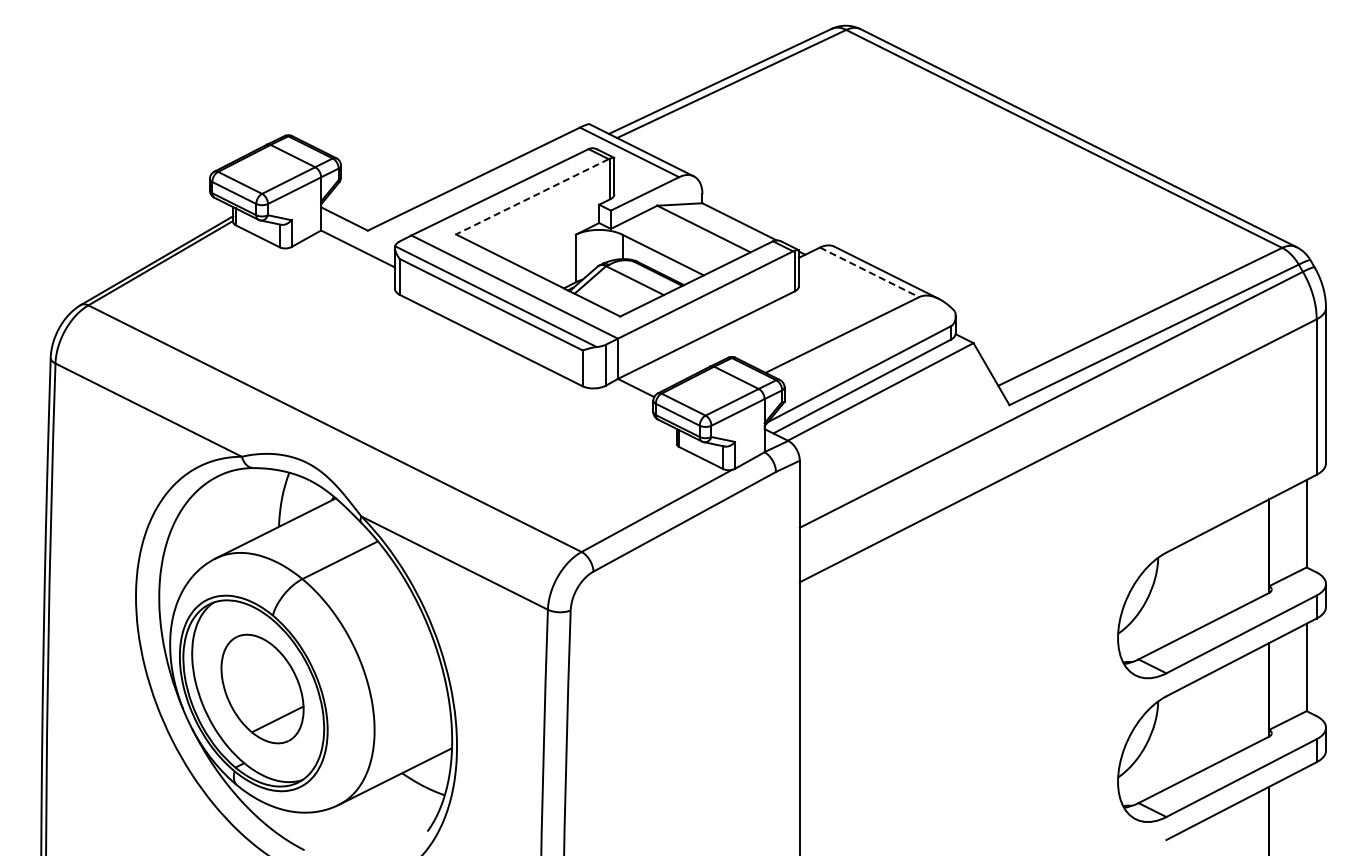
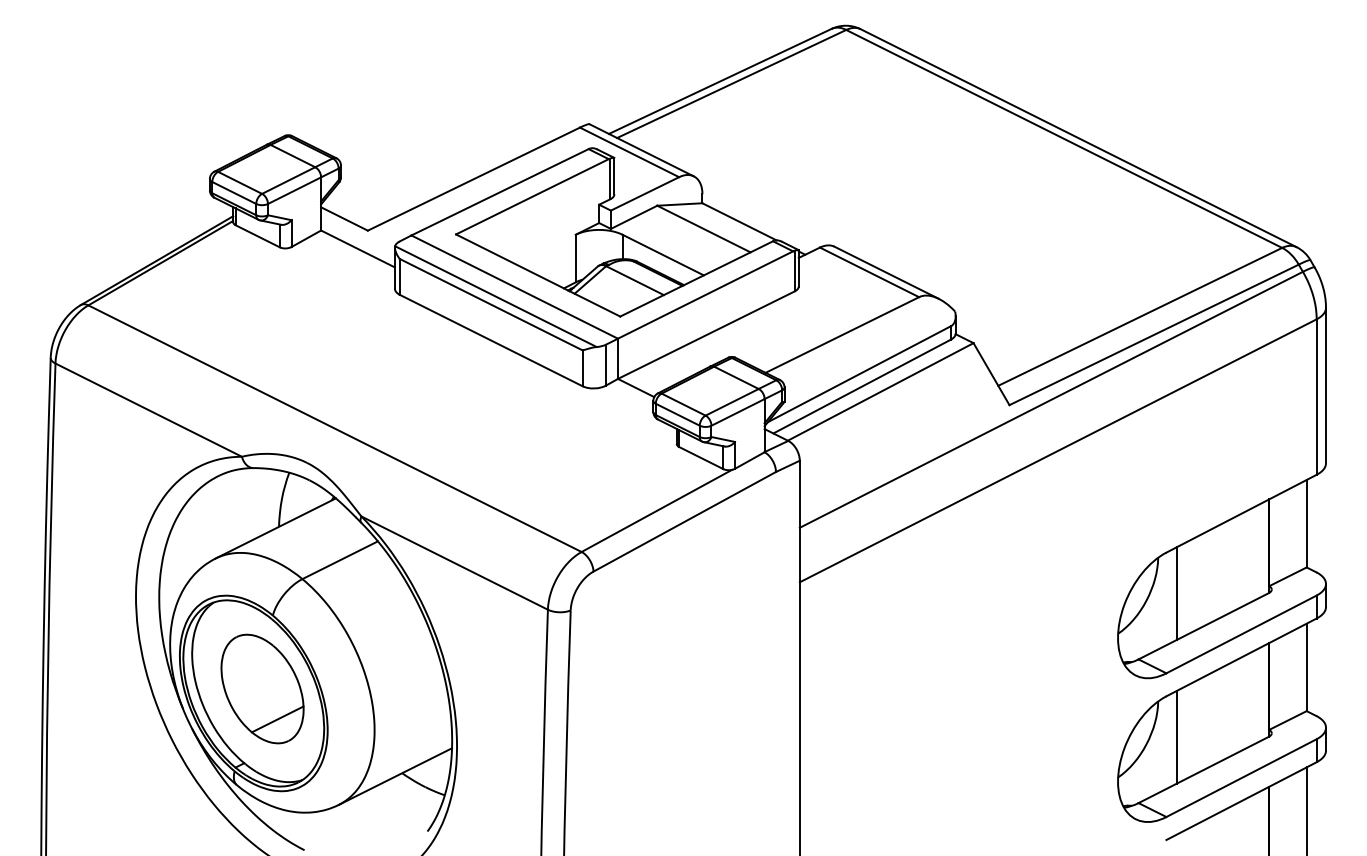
line at (531, 197): dashed -> solid
line at (870, 272): dashed -> solid
line at (1176, 593): none -> present
line at (1176, 736): none -> present
line at (1306, 809): none -> present
